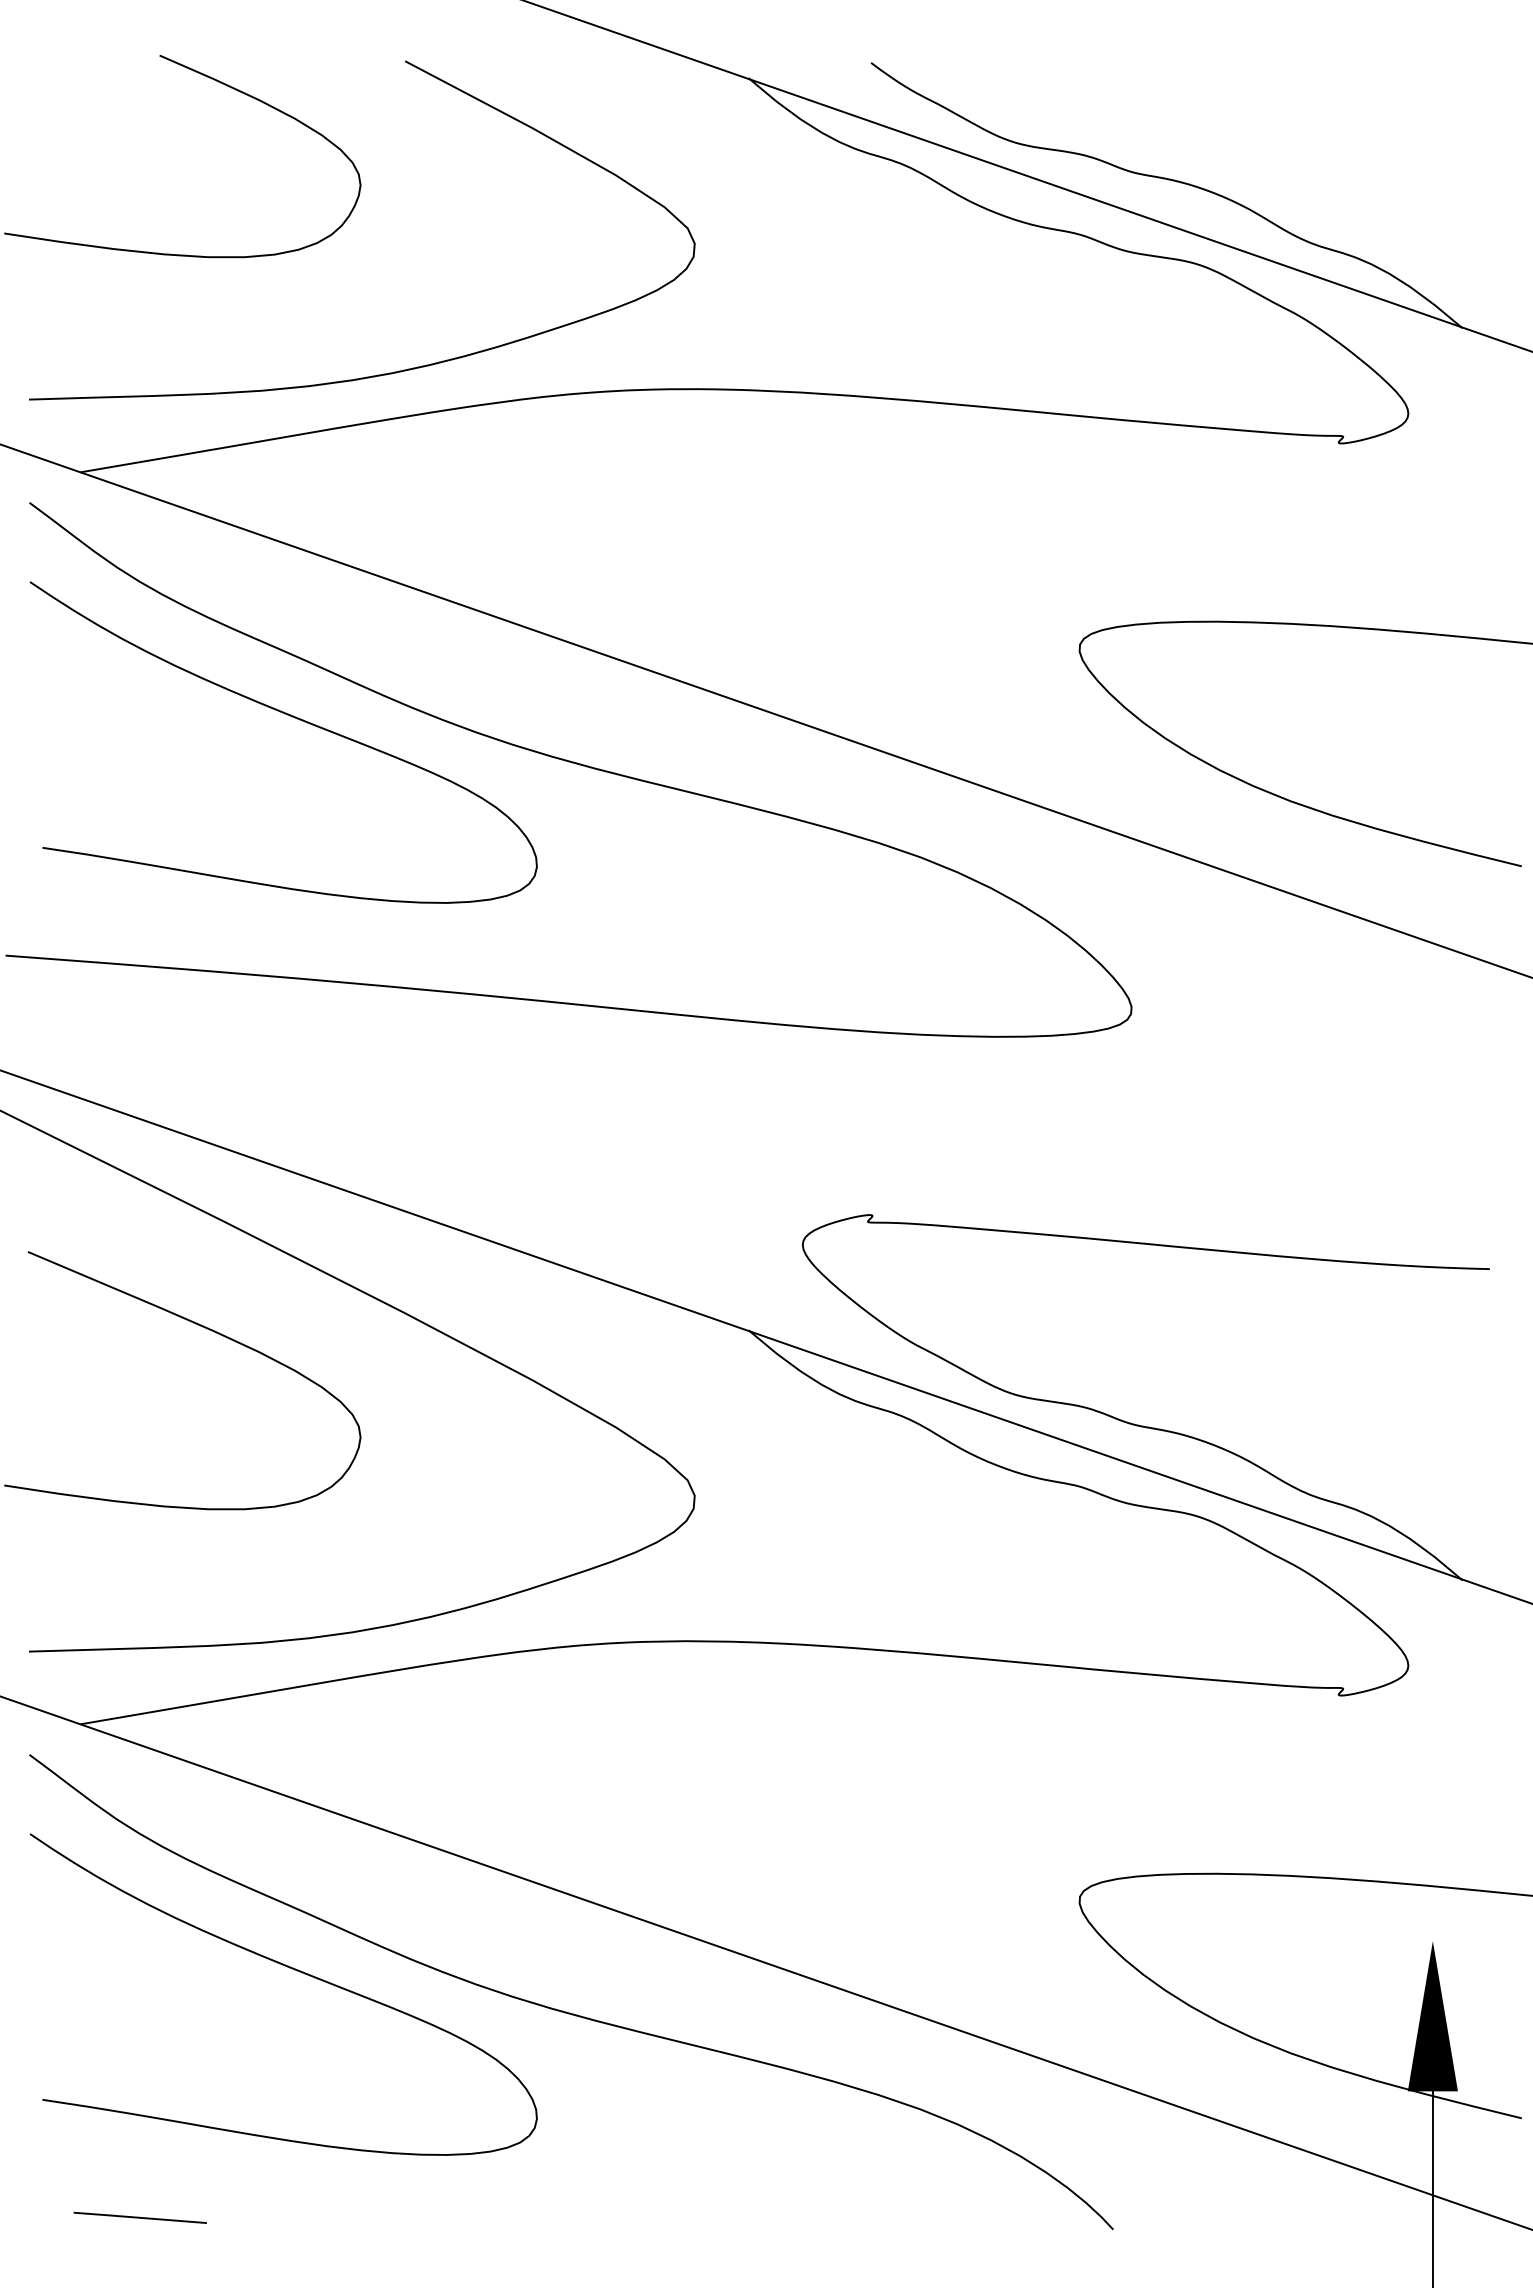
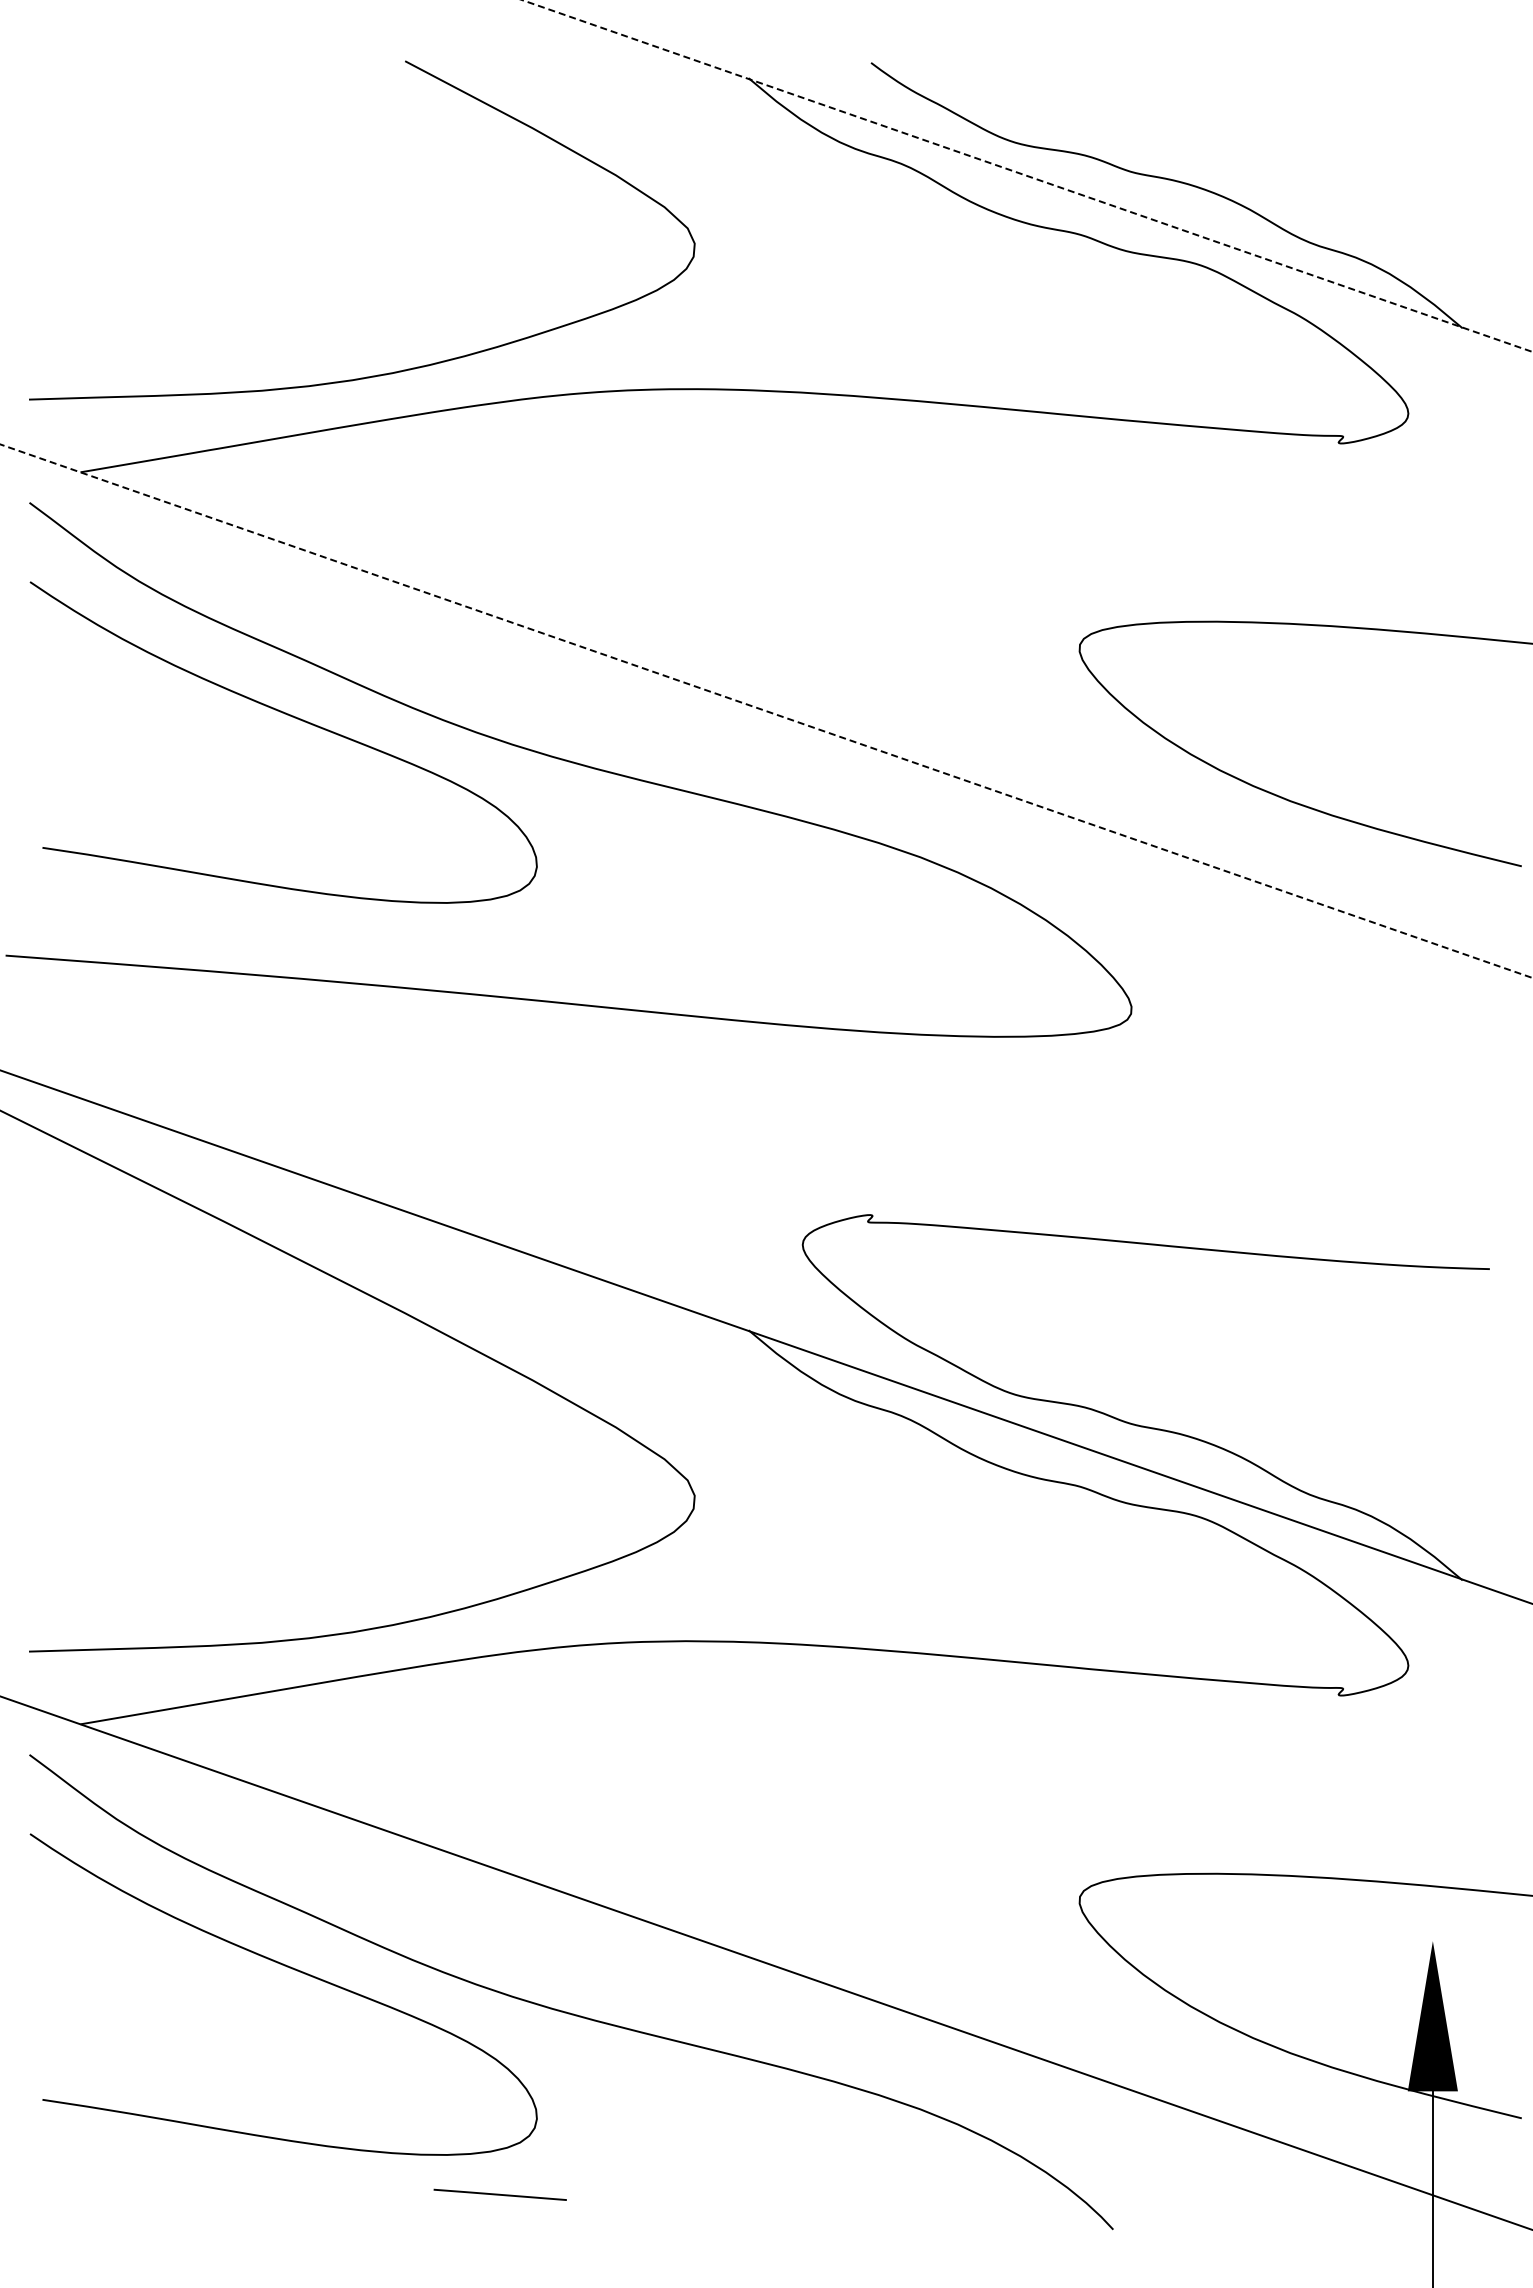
curve at (211, 79): present -> none
line at (1027, 176): solid -> dashed
line at (766, 711): solid -> dashed
curve at (204, 1328): present -> none
line at (139, 2217) position: (139, 2217) -> (499, 2194)
